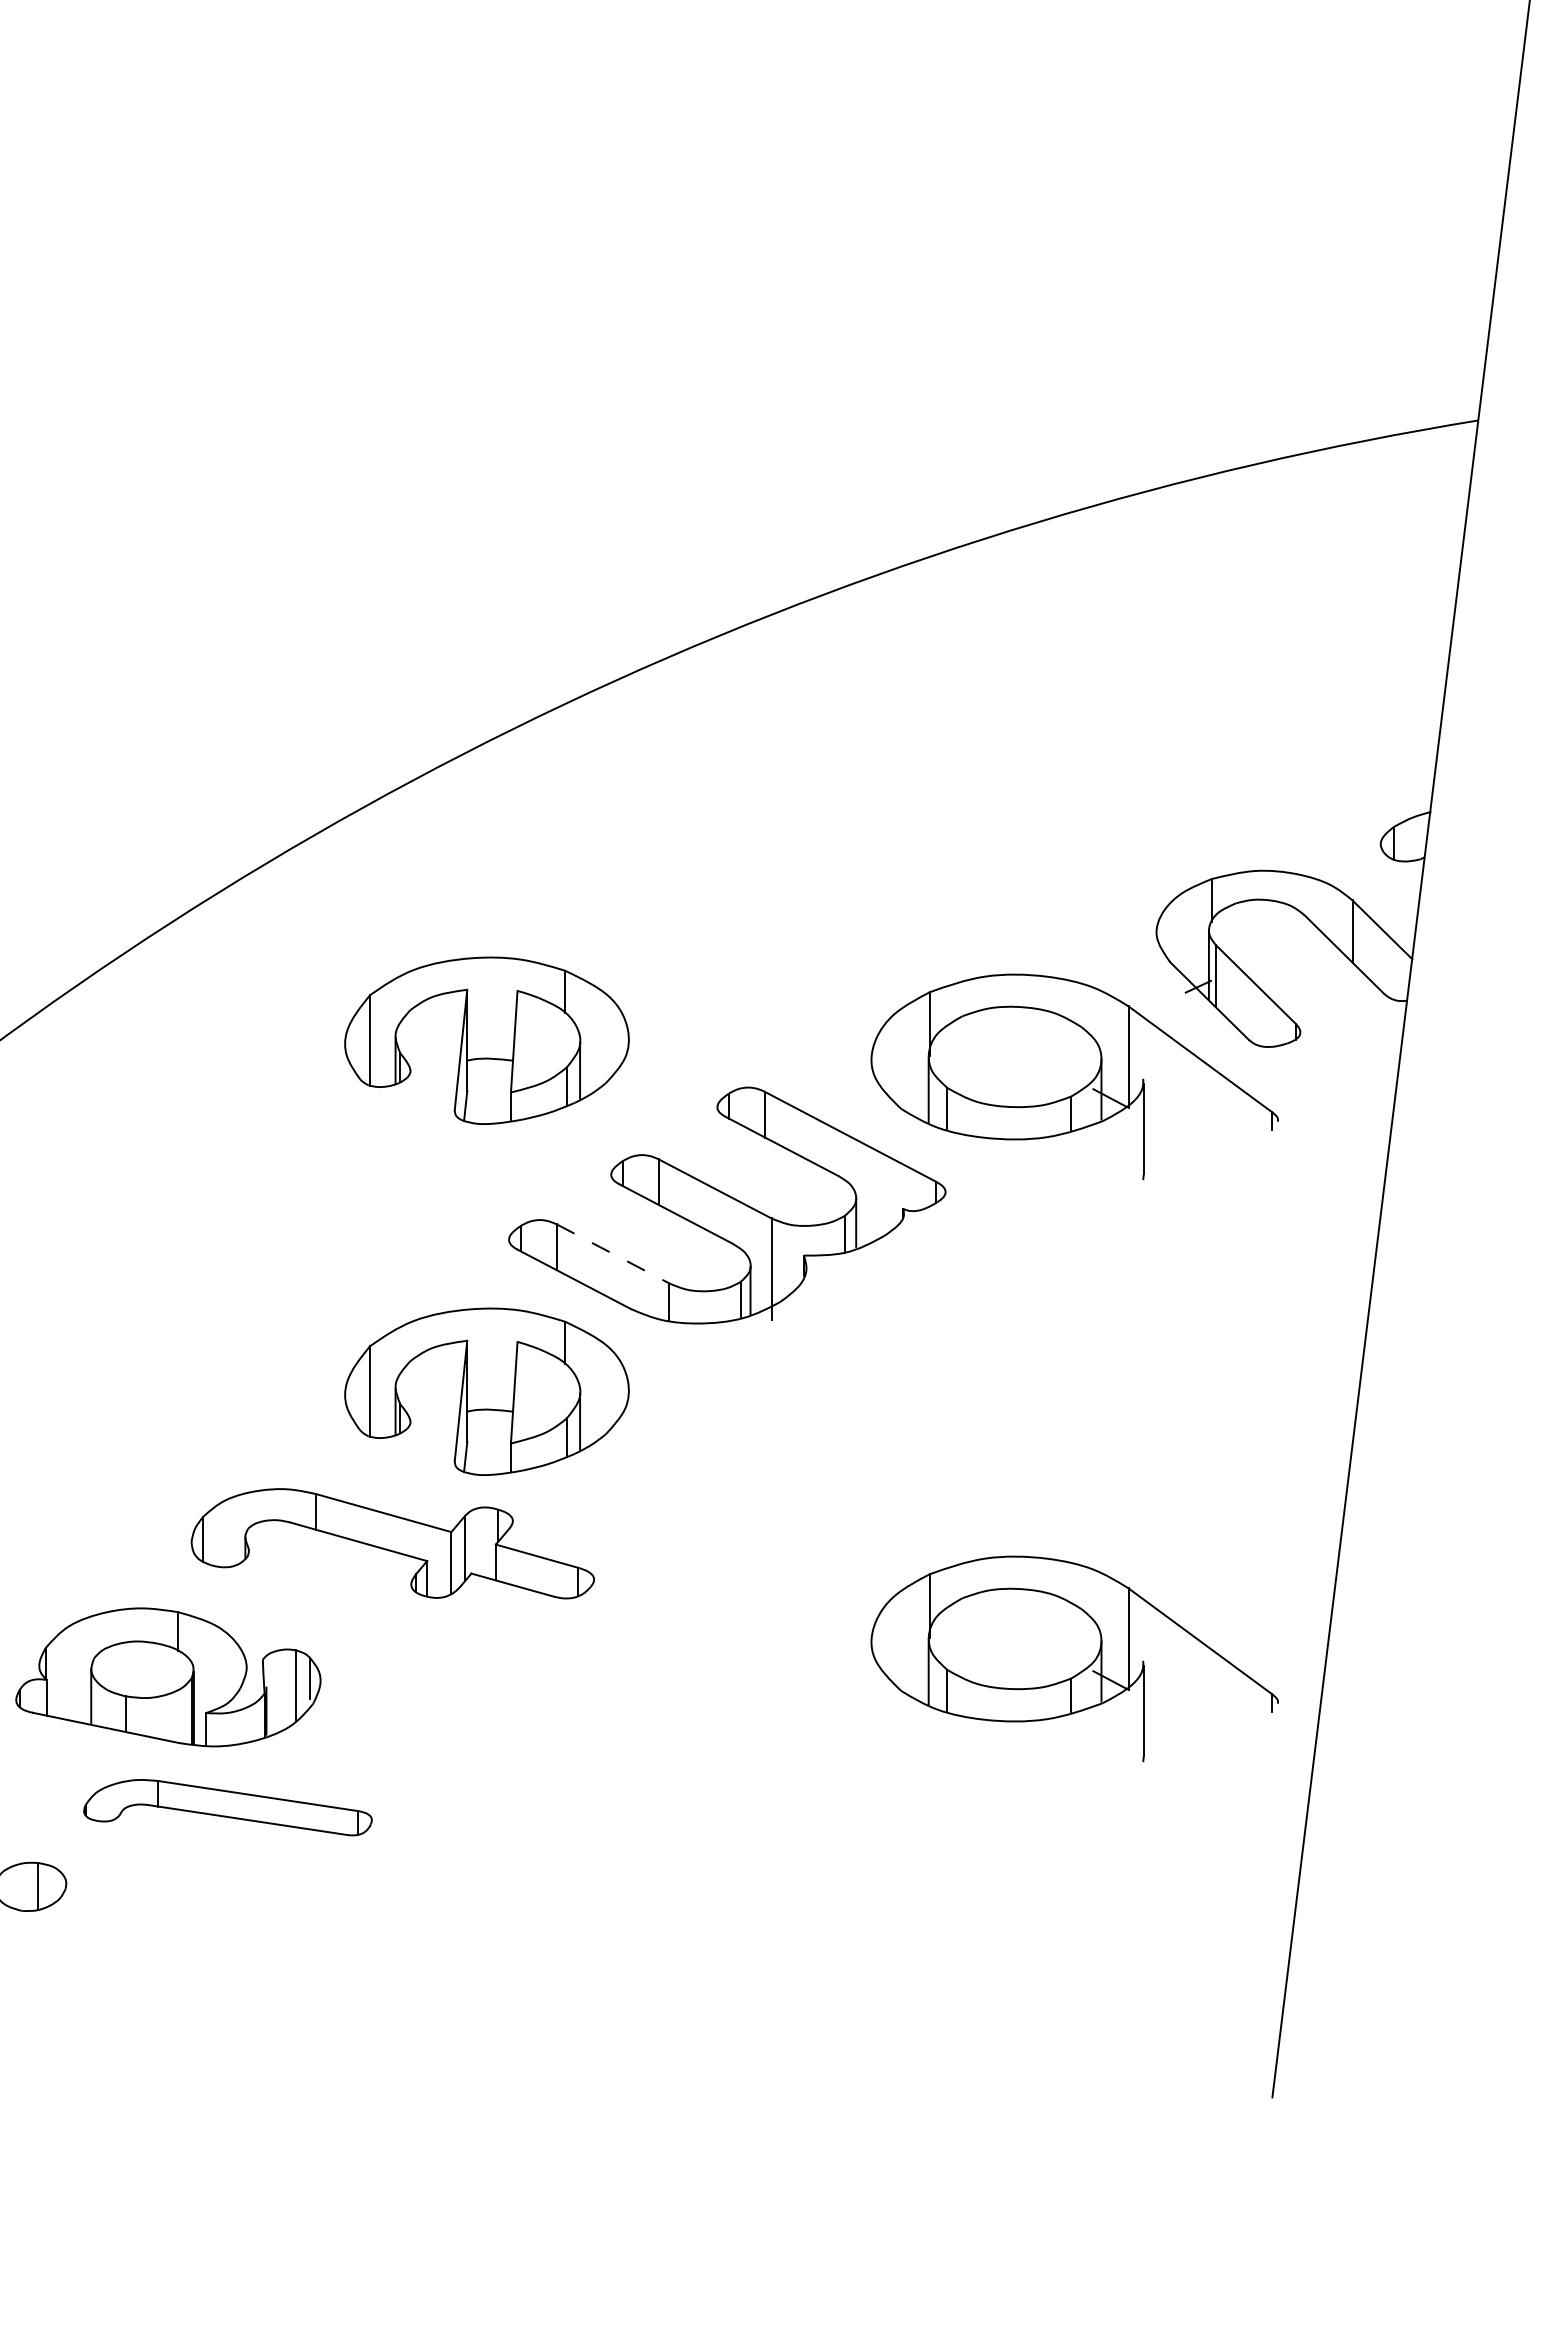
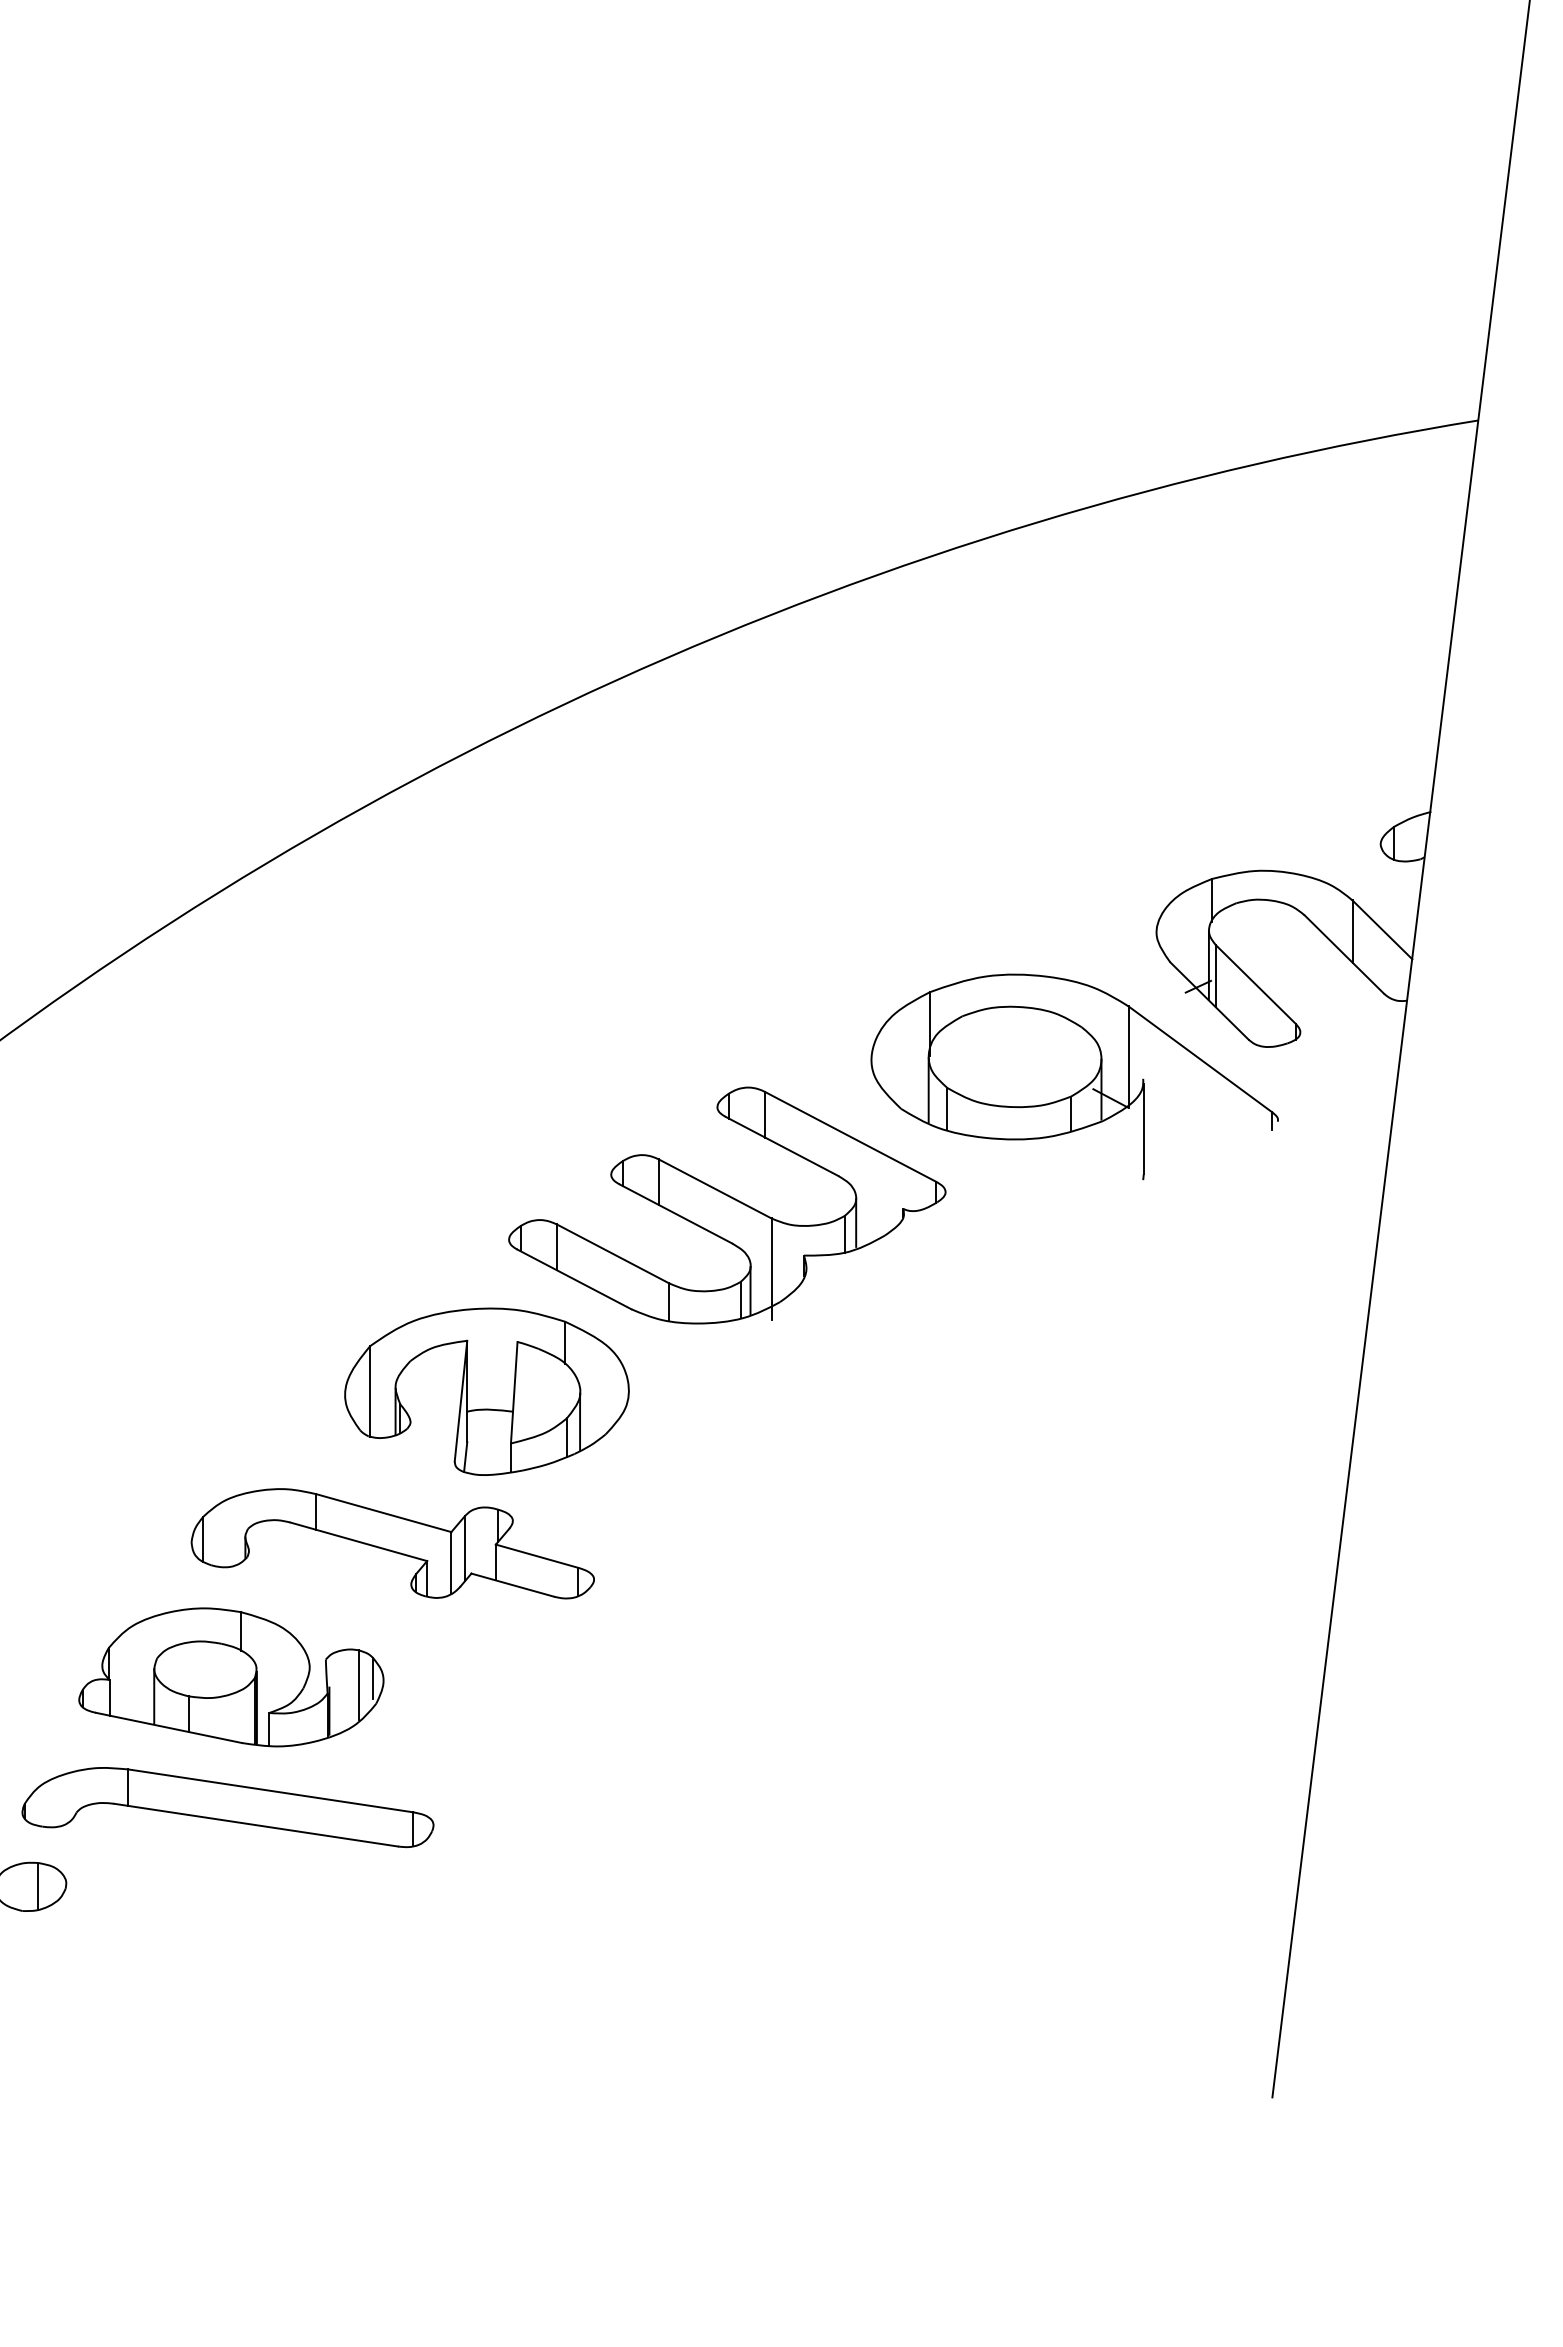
part at (486, 1040): present -> none
line at (613, 1254): dashed -> solid
part at (1074, 1658): present -> none
part at (168, 1677) position: (168, 1677) -> (231, 1677)
part at (227, 1807) size: 290x58 px -> 414x82 px
